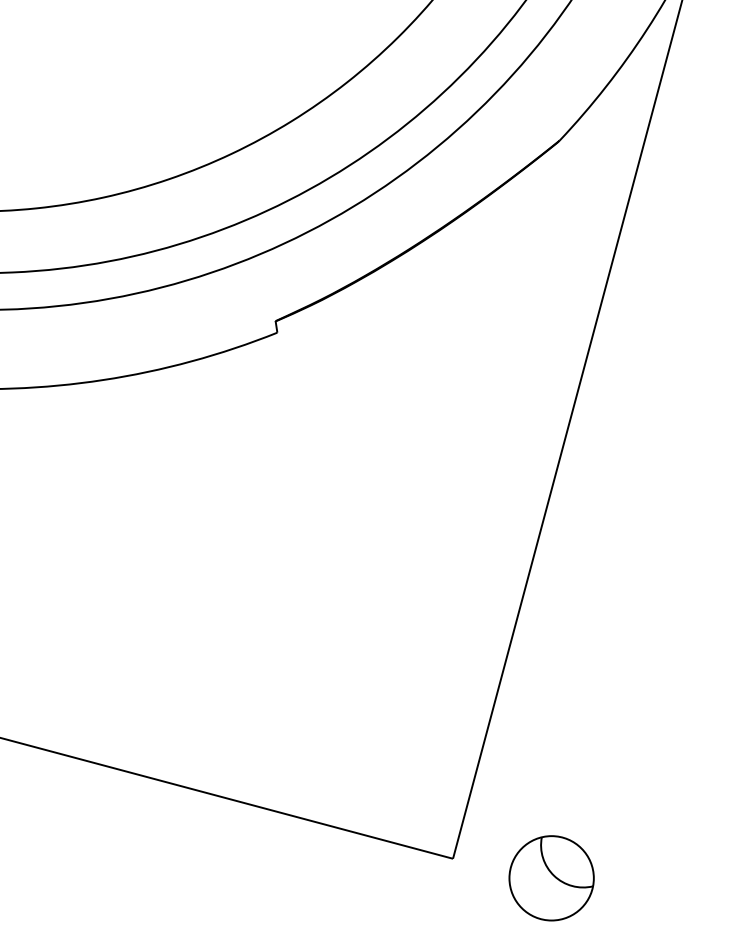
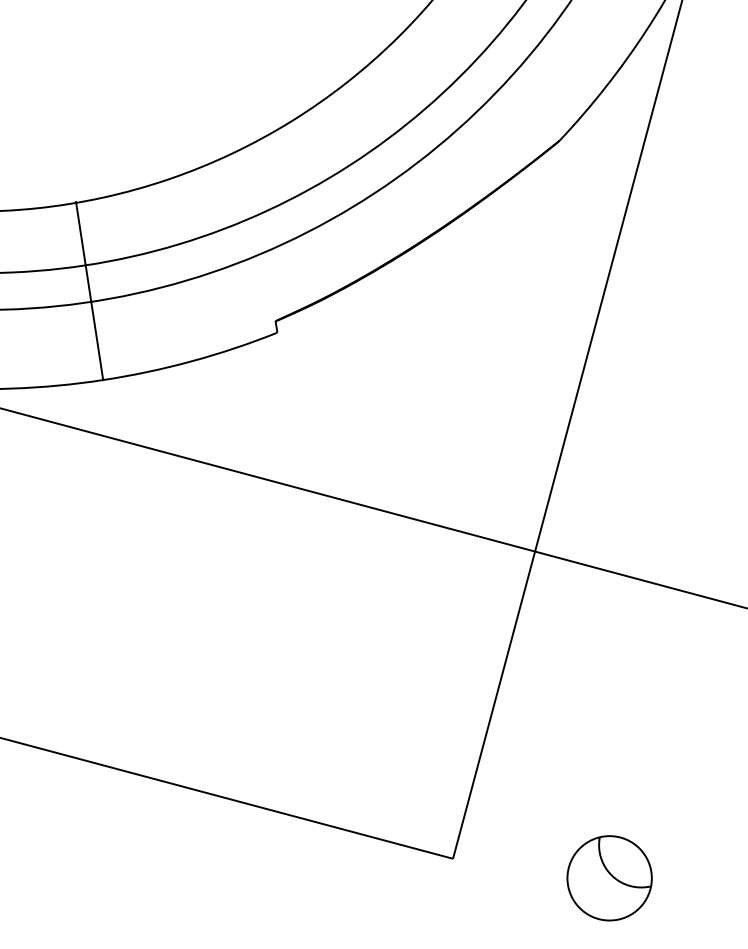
line at (89, 291): none -> present
line at (373, 507): none -> present
part at (551, 878) position: (551, 878) -> (609, 878)
